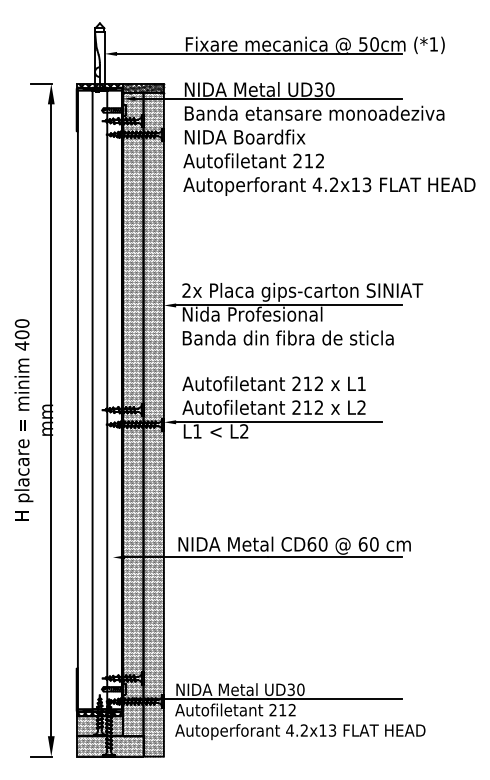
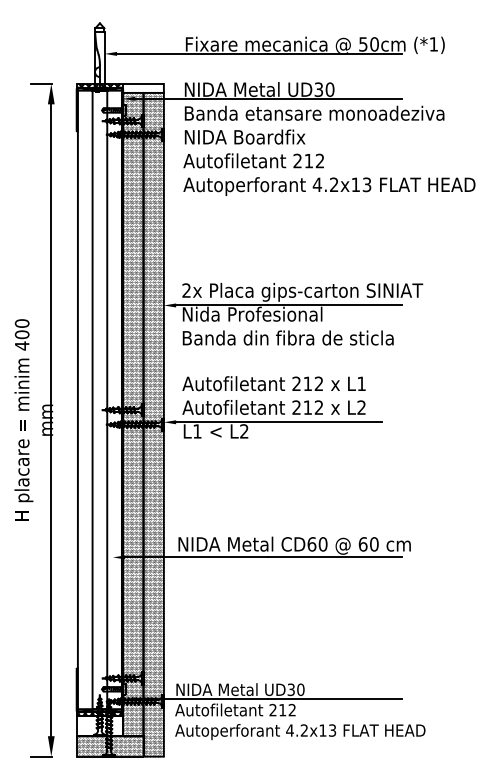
hatch at (143, 87): present -> none
hatch at (99, 725): present -> none
